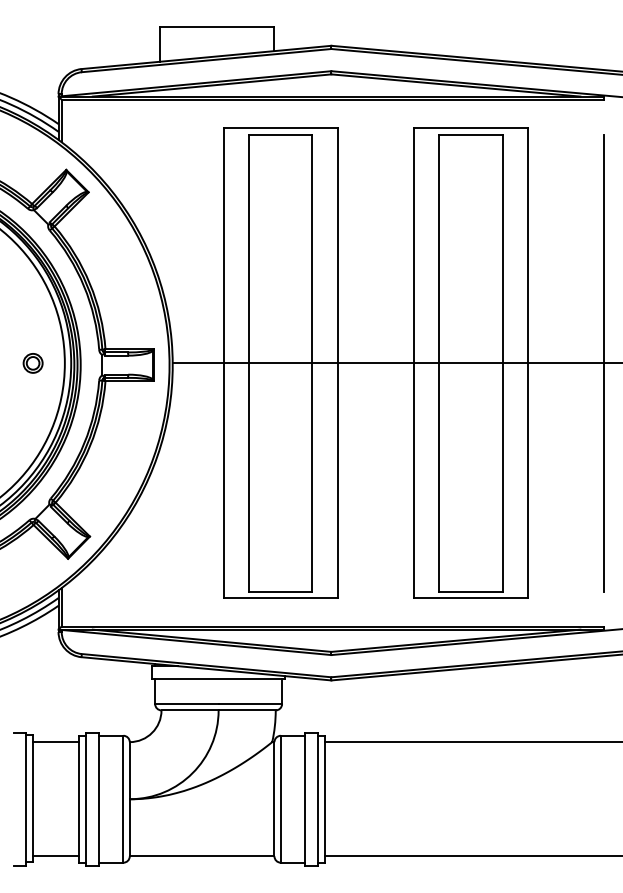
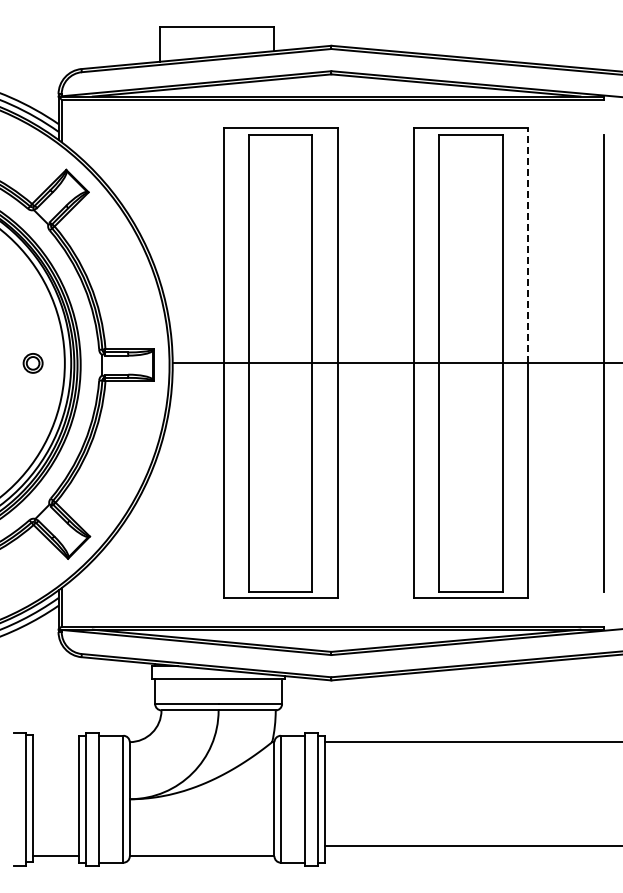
line at (528, 245): solid -> dashed
line at (56, 742): present -> none
line at (472, 856) position: (472, 856) -> (472, 846)
